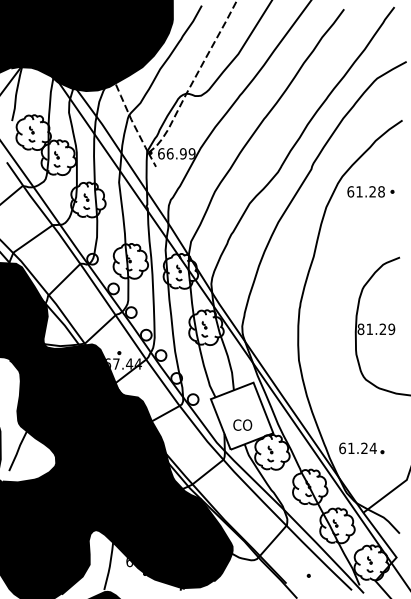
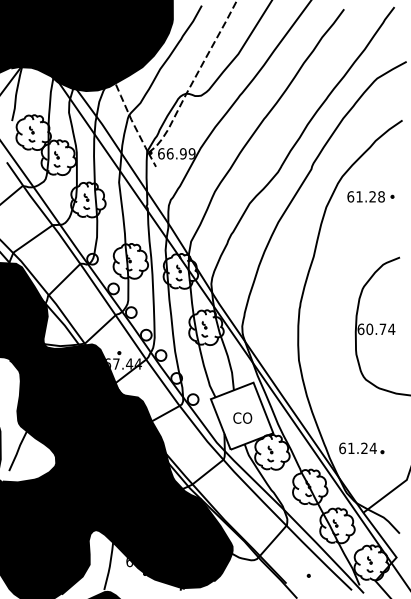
part at (370, 191) position: (370, 191) -> (370, 196)
text at (376, 329): 81.29 -> 60.74
text at (242, 424) position: (242, 424) -> (242, 417)
